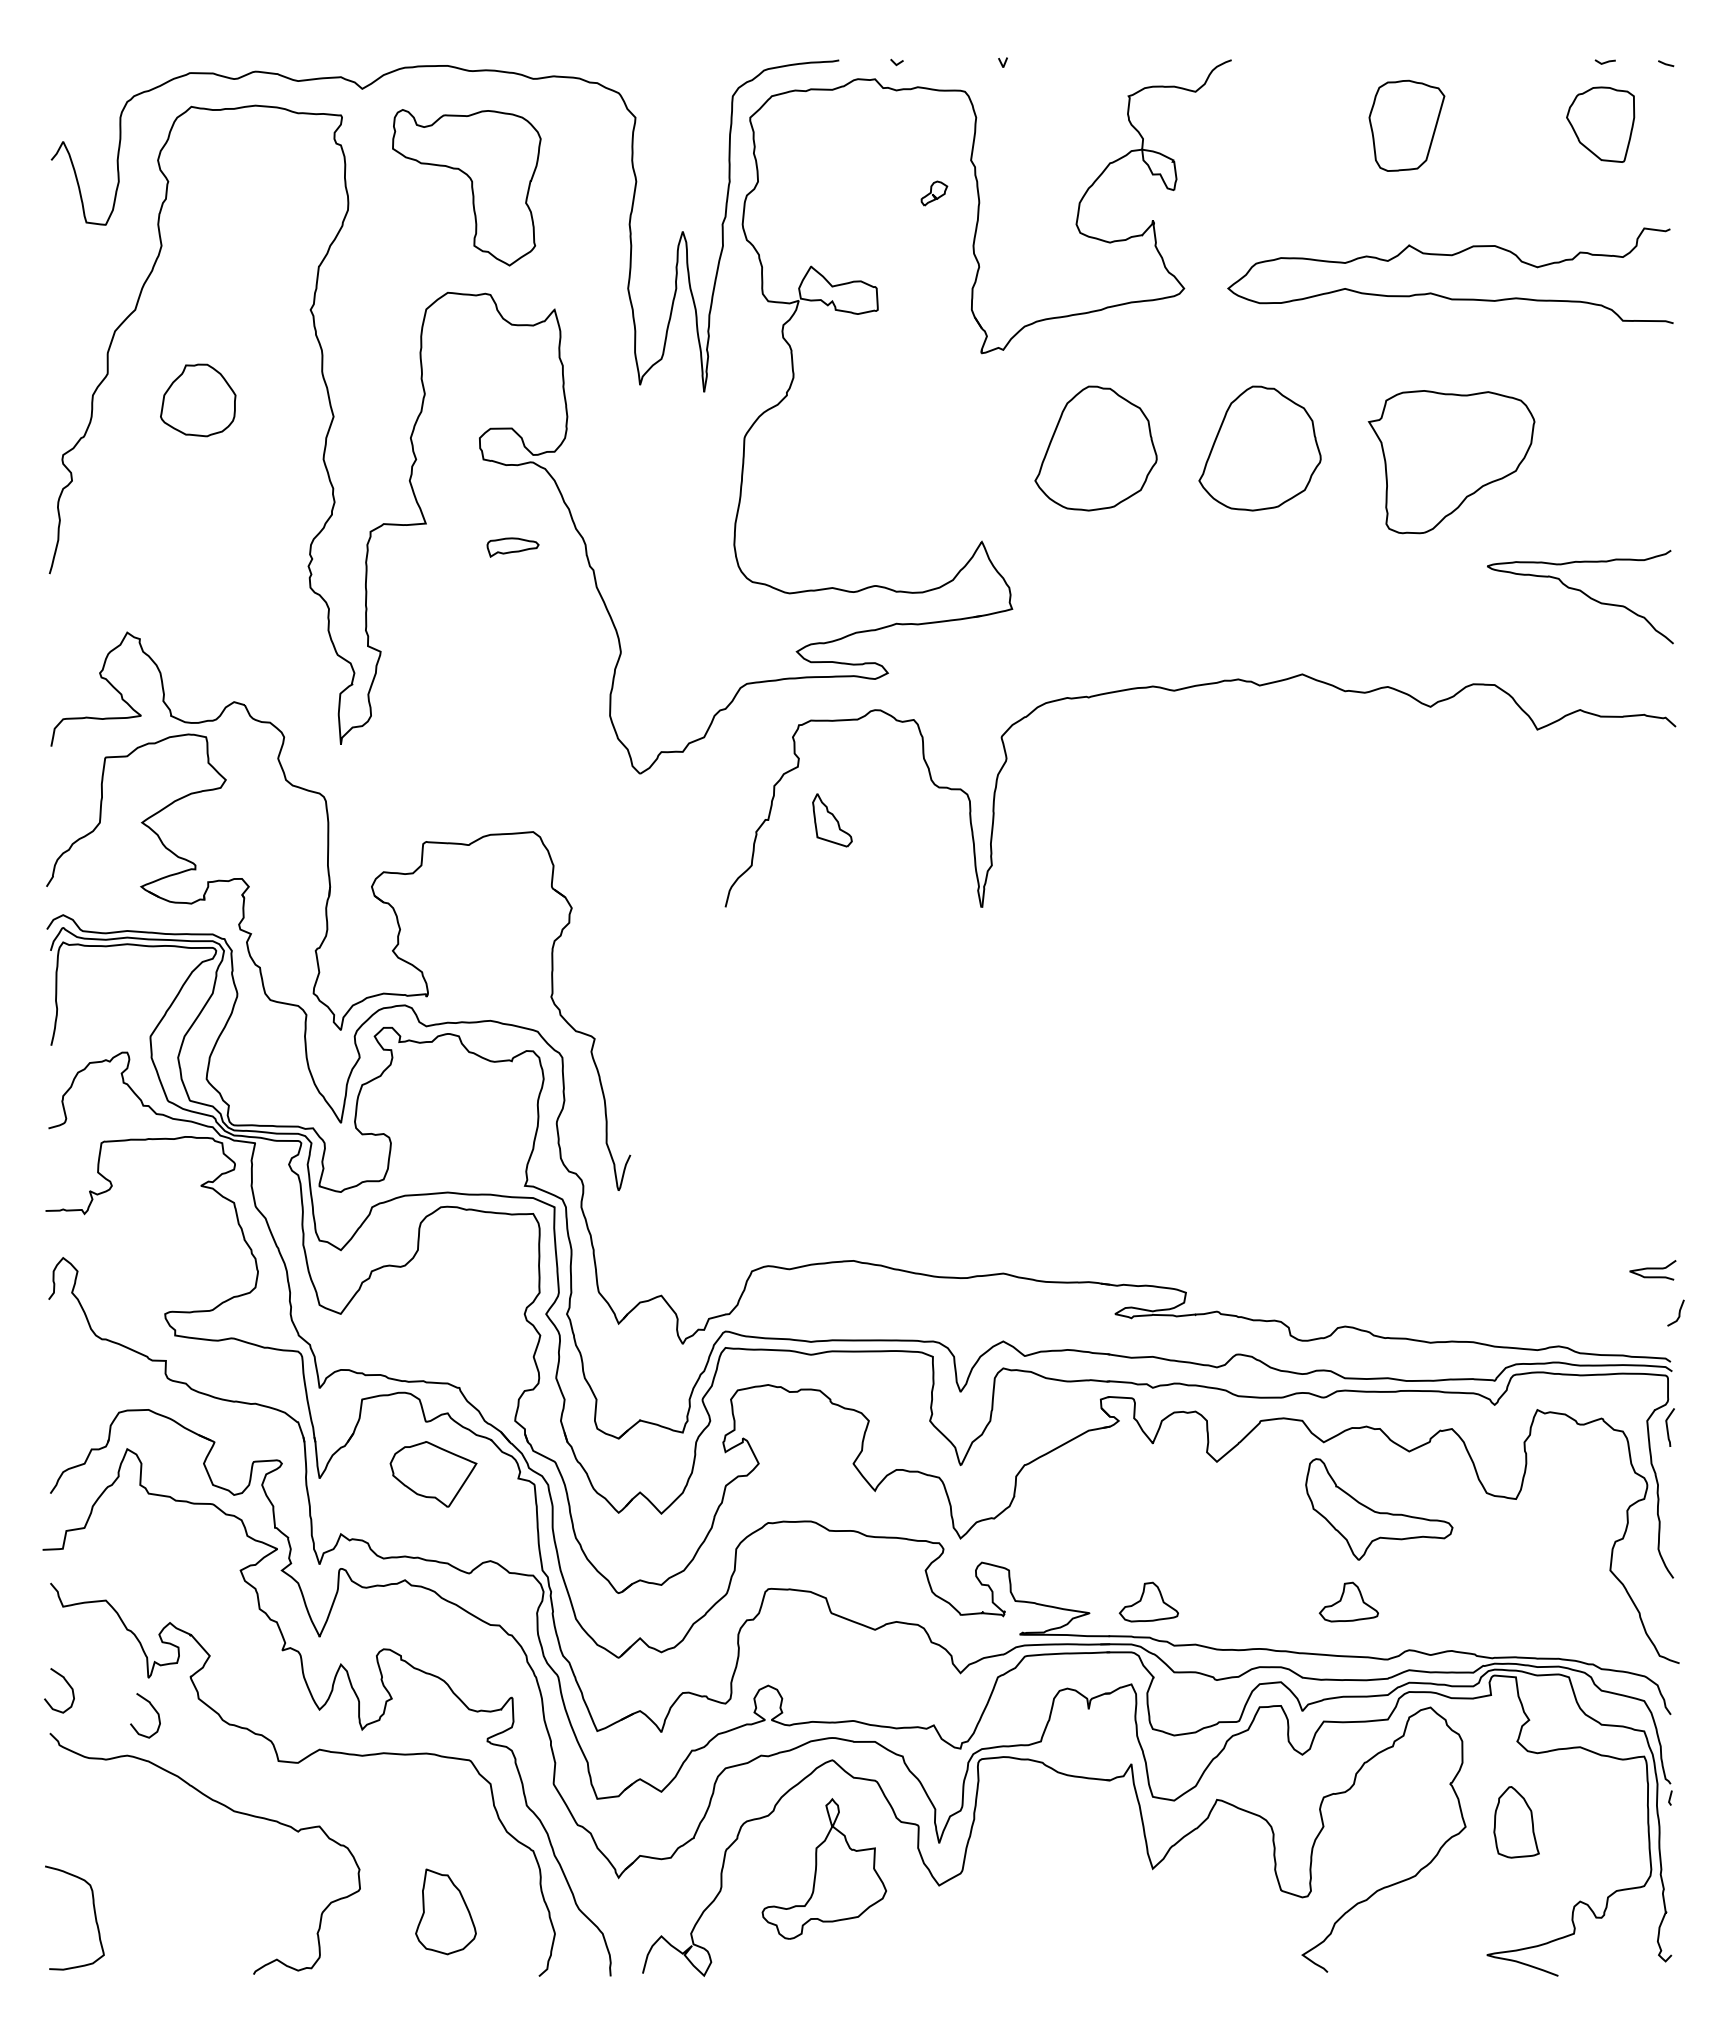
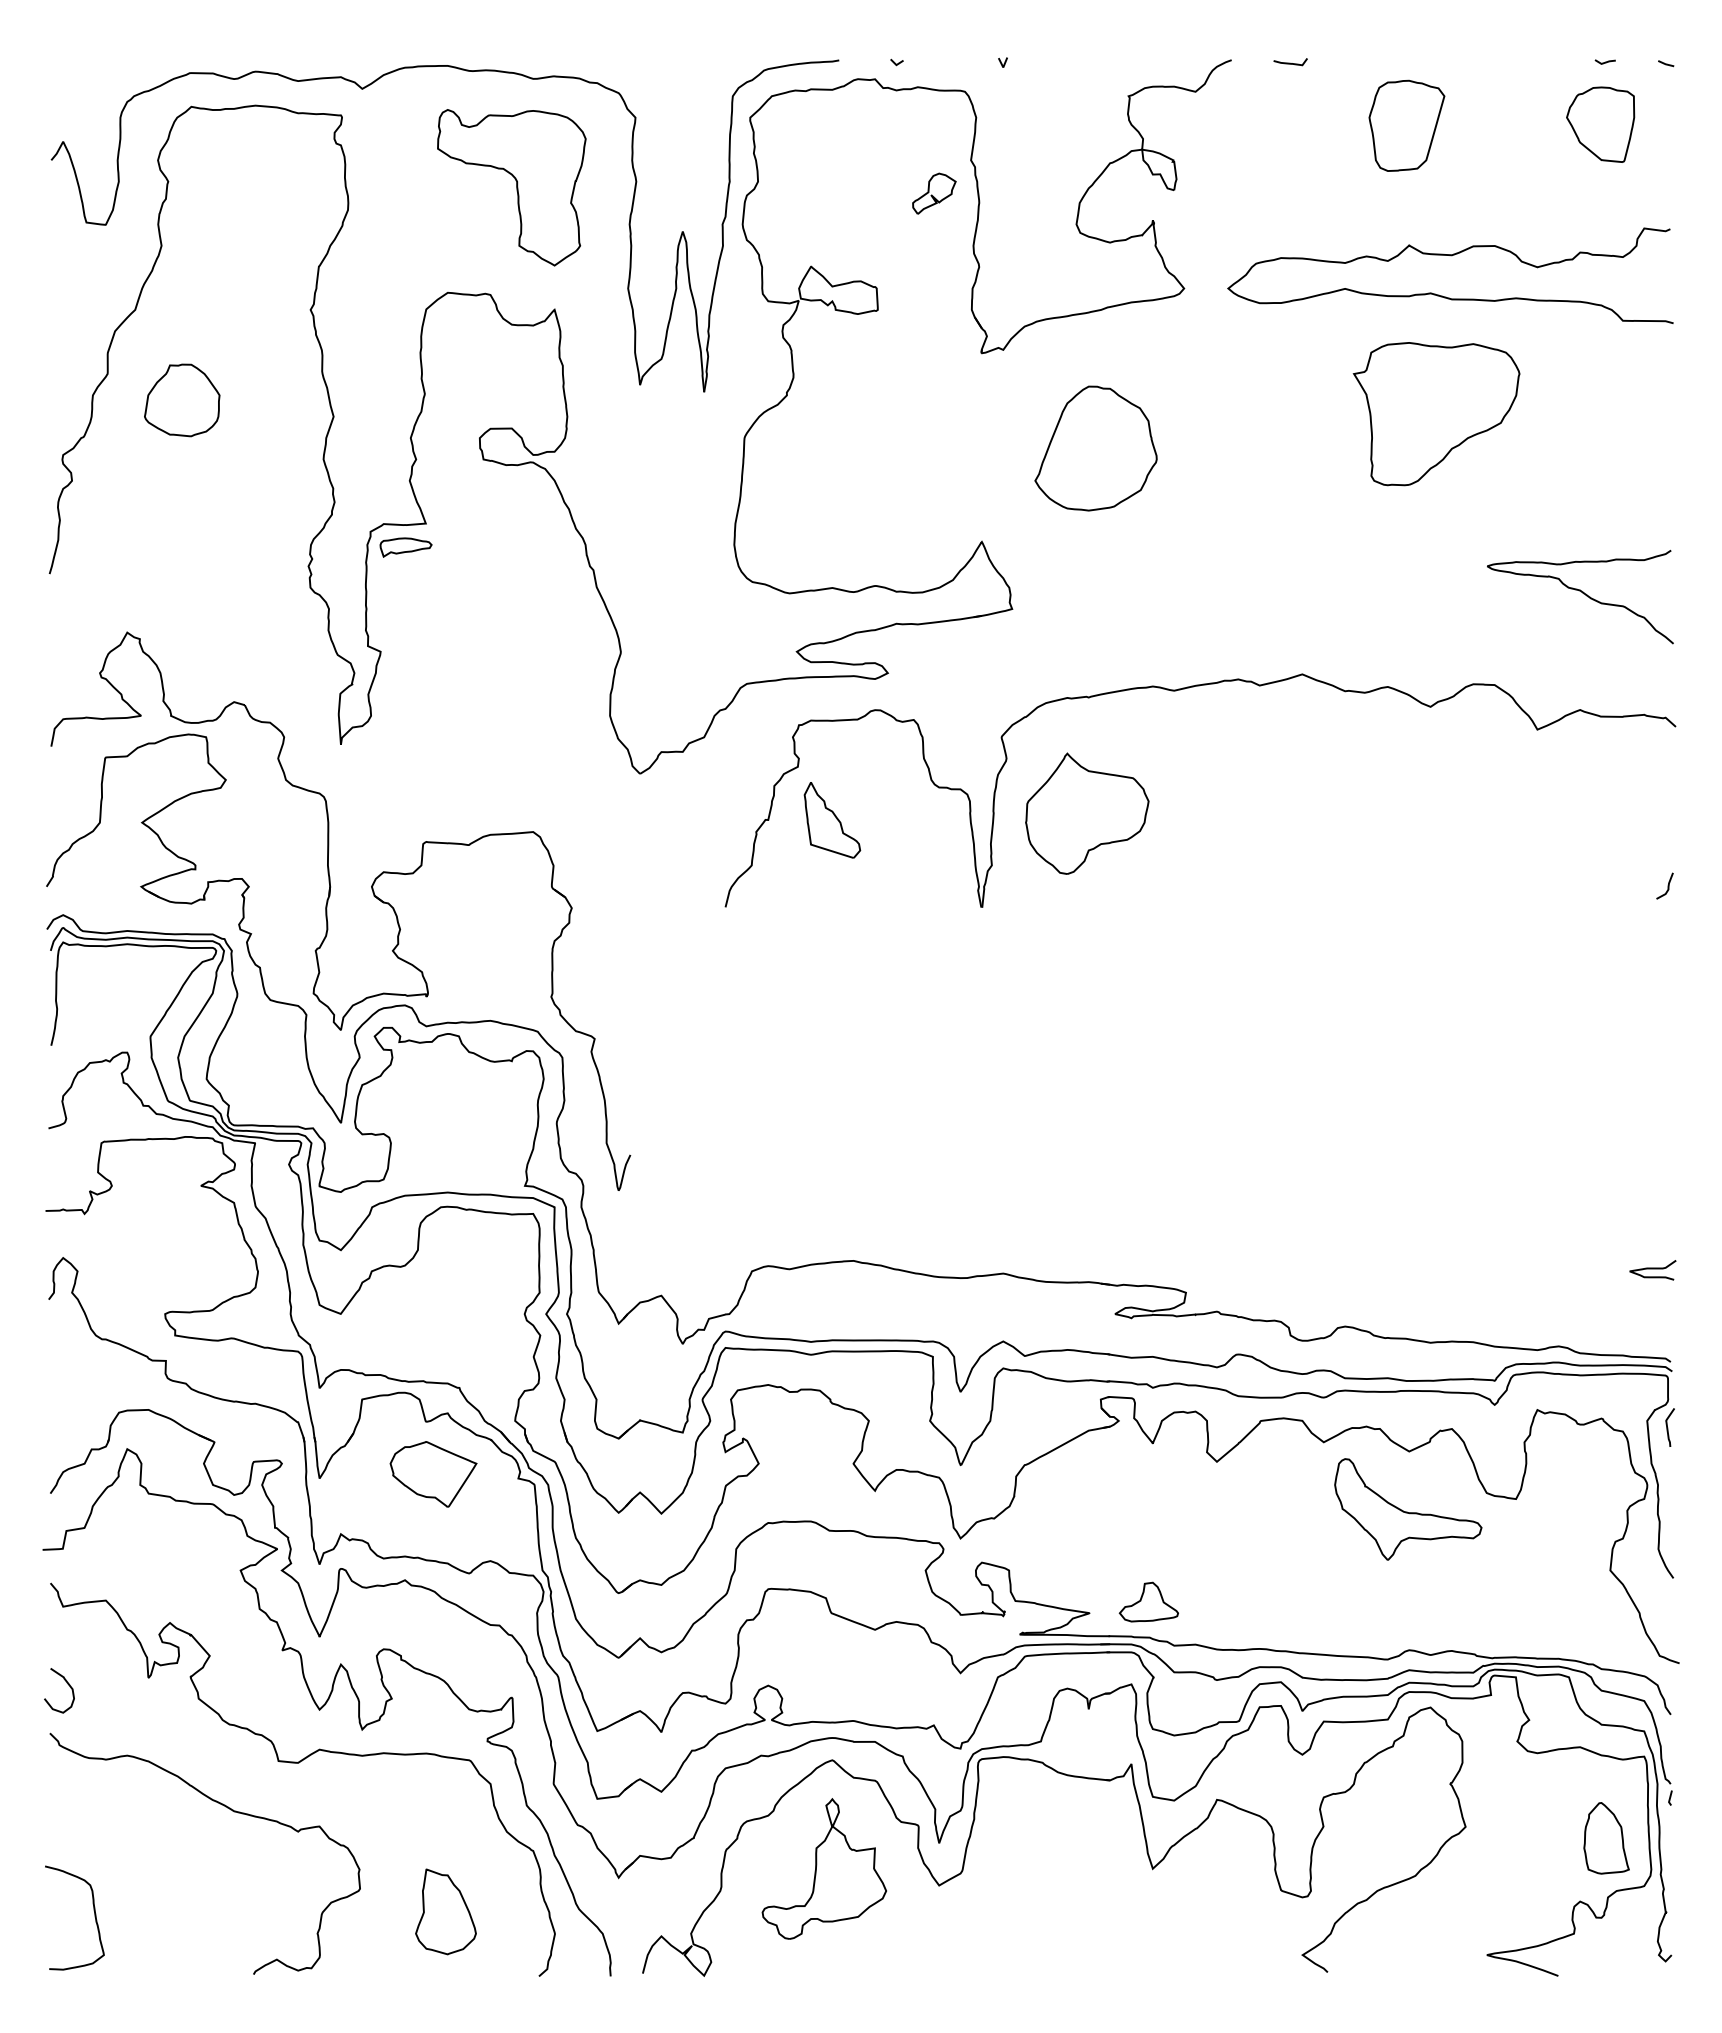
curve at (1290, 62): none -> present
part at (466, 187) position: (466, 187) -> (511, 187)
part at (934, 193) size: 29x27 px -> 45x43 px
part at (198, 400) position: (198, 400) -> (182, 400)
part at (1259, 448): present -> none
part at (1451, 462) position: (1451, 462) -> (1436, 414)
part at (512, 547) position: (512, 547) -> (405, 547)
part at (1087, 813): none -> present
part at (832, 820) size: 41x55 px -> 59x77 px
curve at (1678, 1312) position: (1678, 1312) -> (1667, 885)
part at (1379, 1509) position: (1379, 1509) -> (1408, 1509)
part at (1348, 1601): present -> none
curve at (153, 1709): present -> none
part at (1516, 1822) position: (1516, 1822) -> (1606, 1838)
